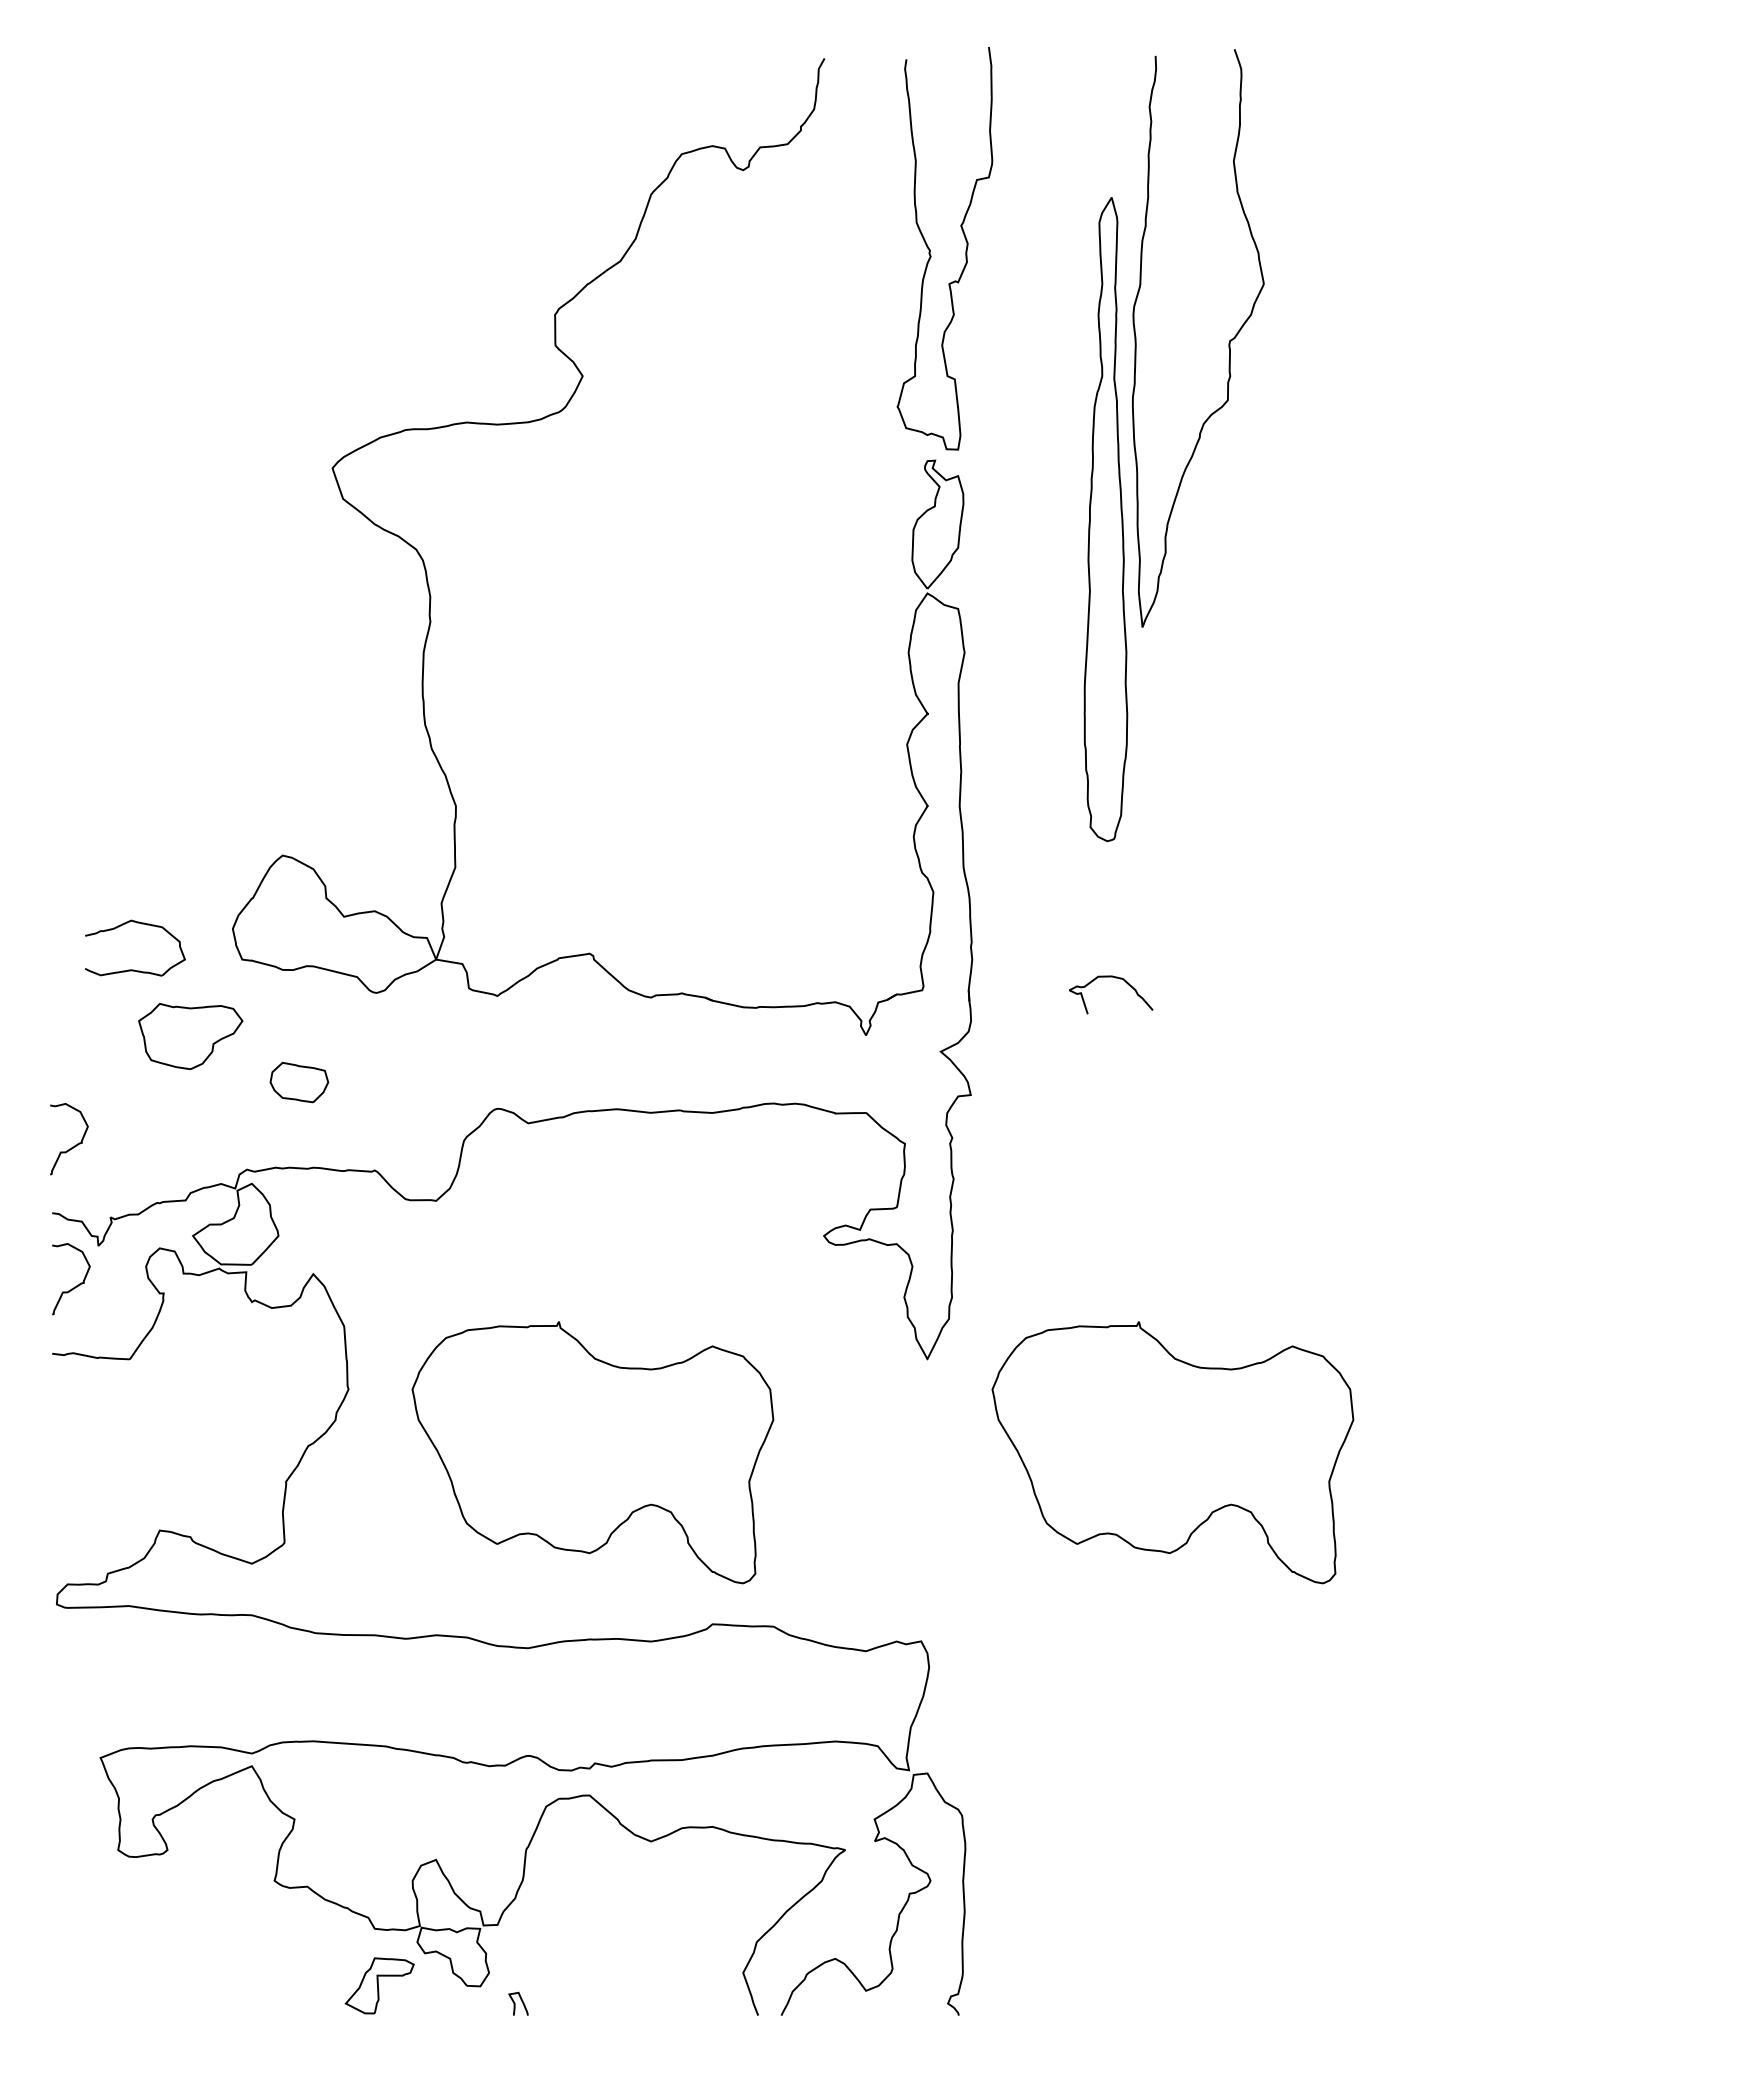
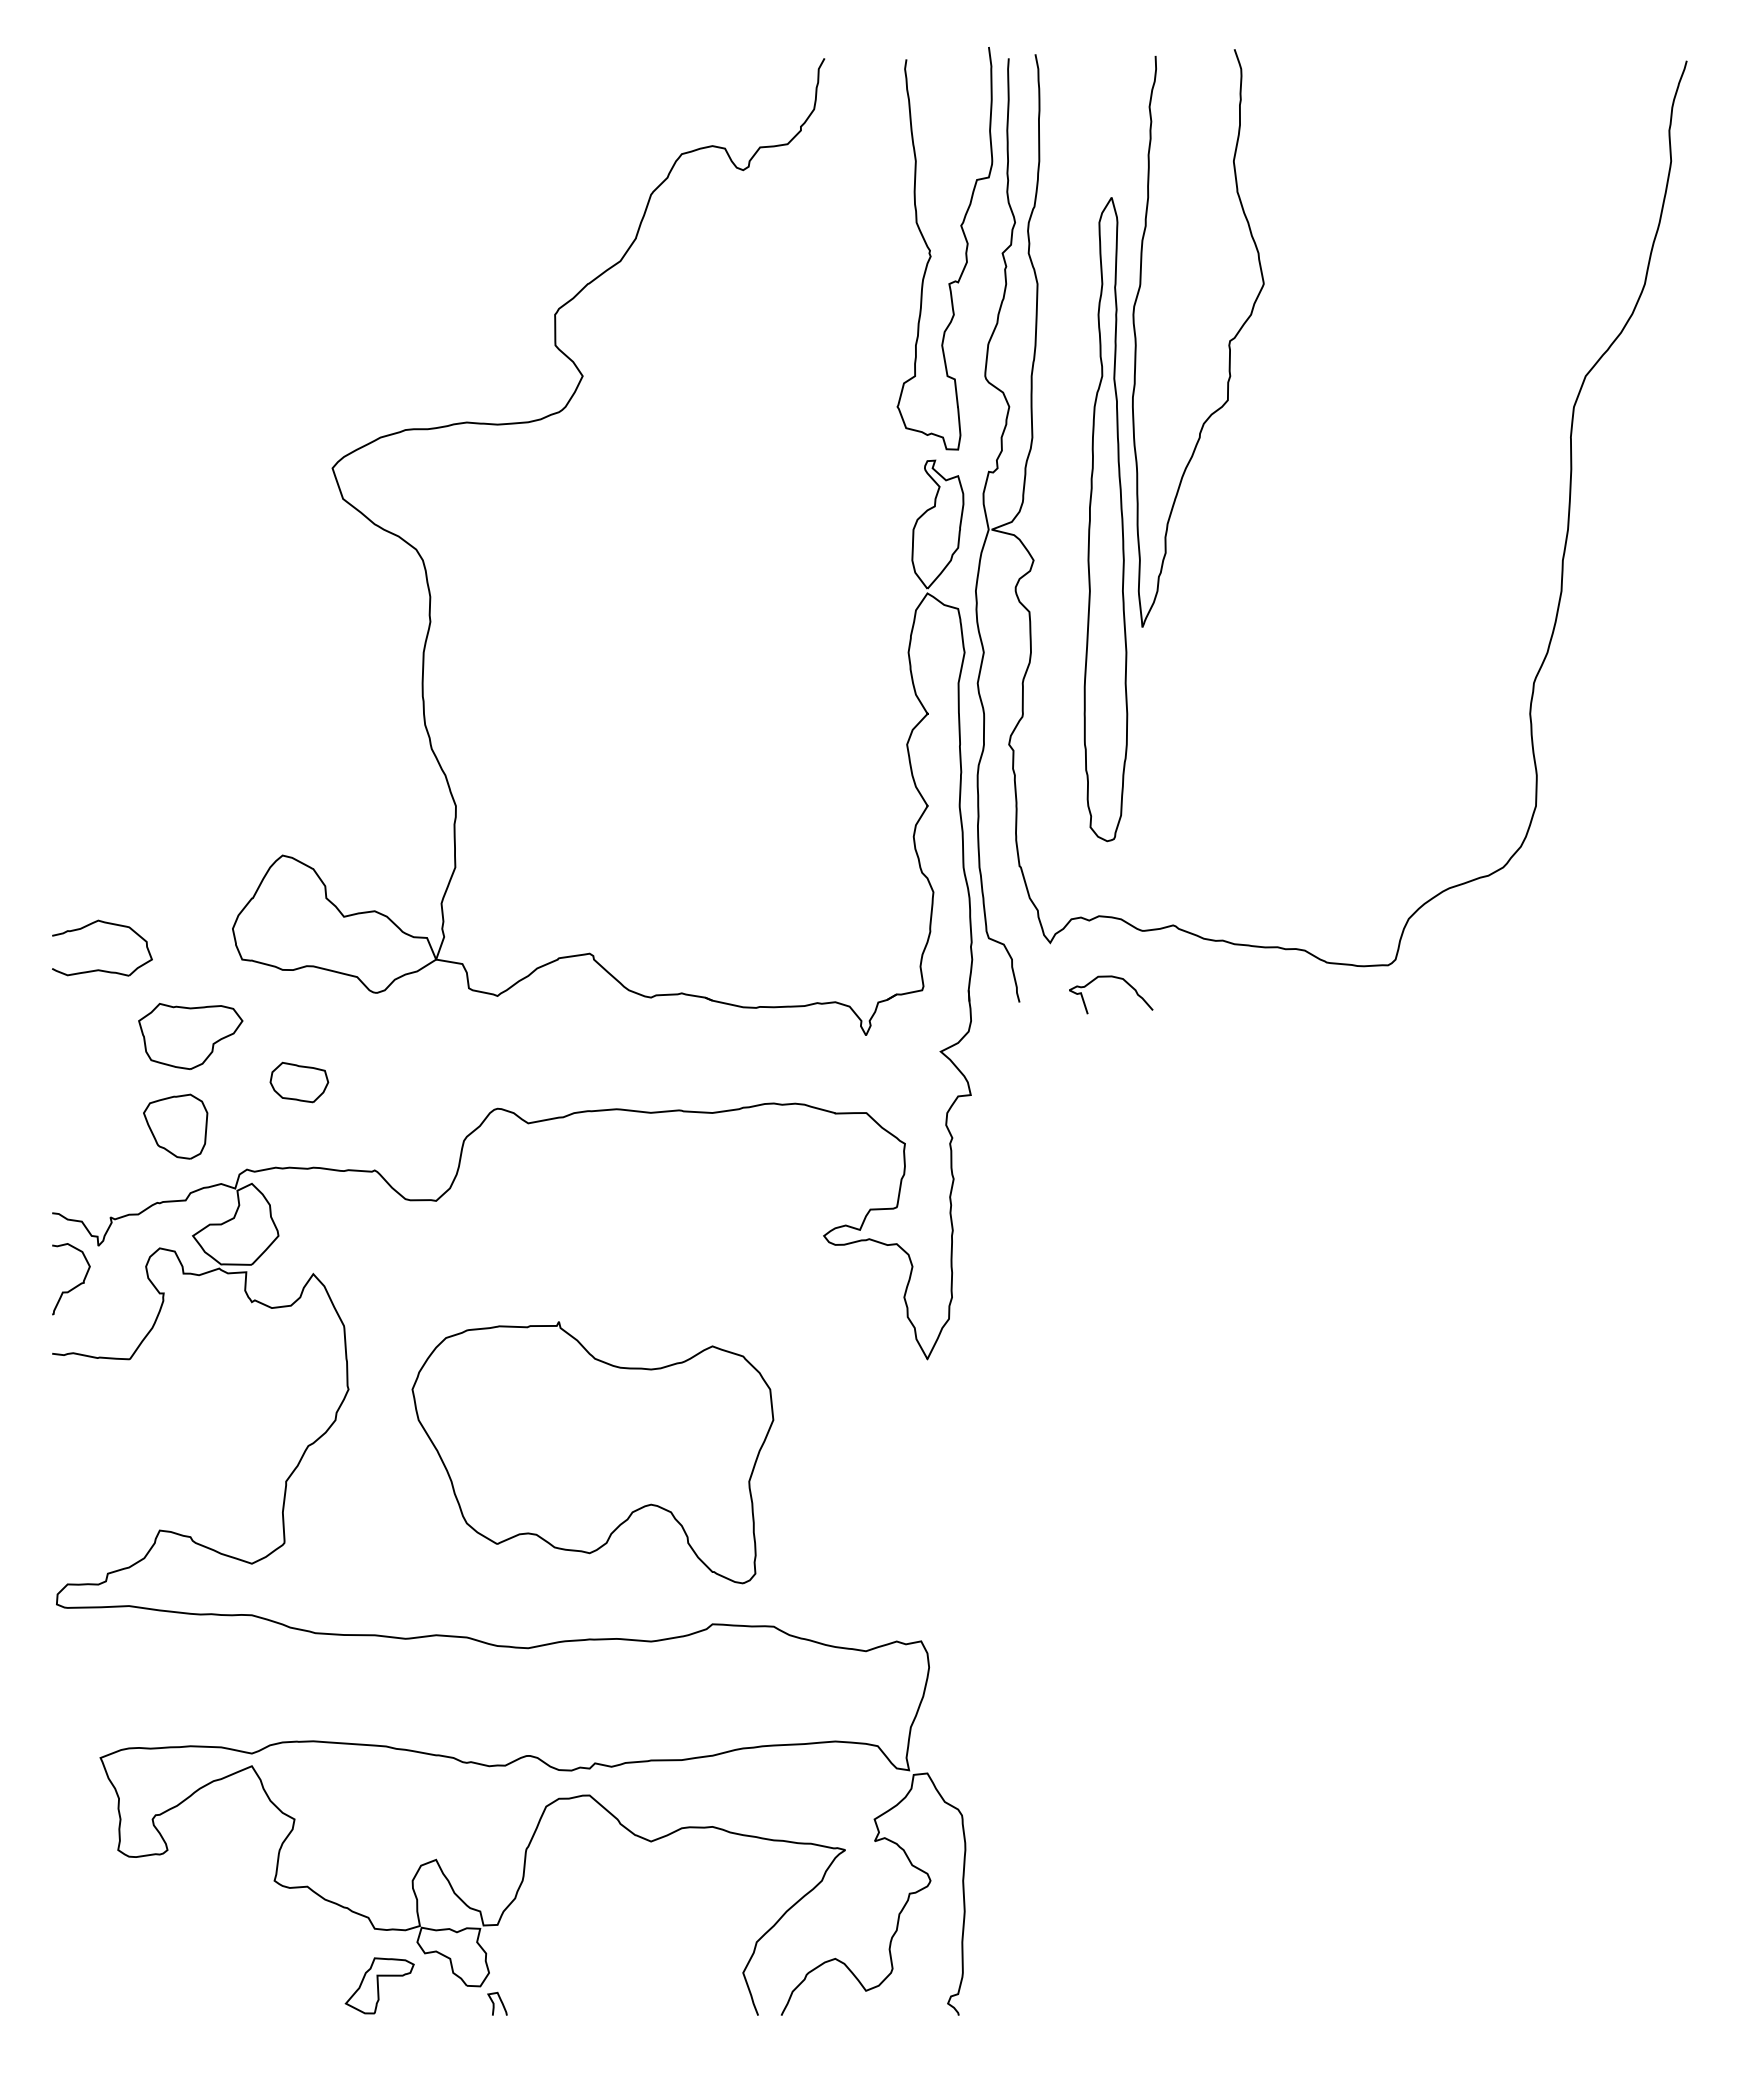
part at (1561, 561): none -> present
part at (134, 969) position: (134, 969) -> (101, 969)
part at (175, 1126): none -> present
curve at (72, 1146): present -> none
part at (1172, 1452): present -> none
curve at (515, 2003) position: (515, 2003) -> (494, 2003)
